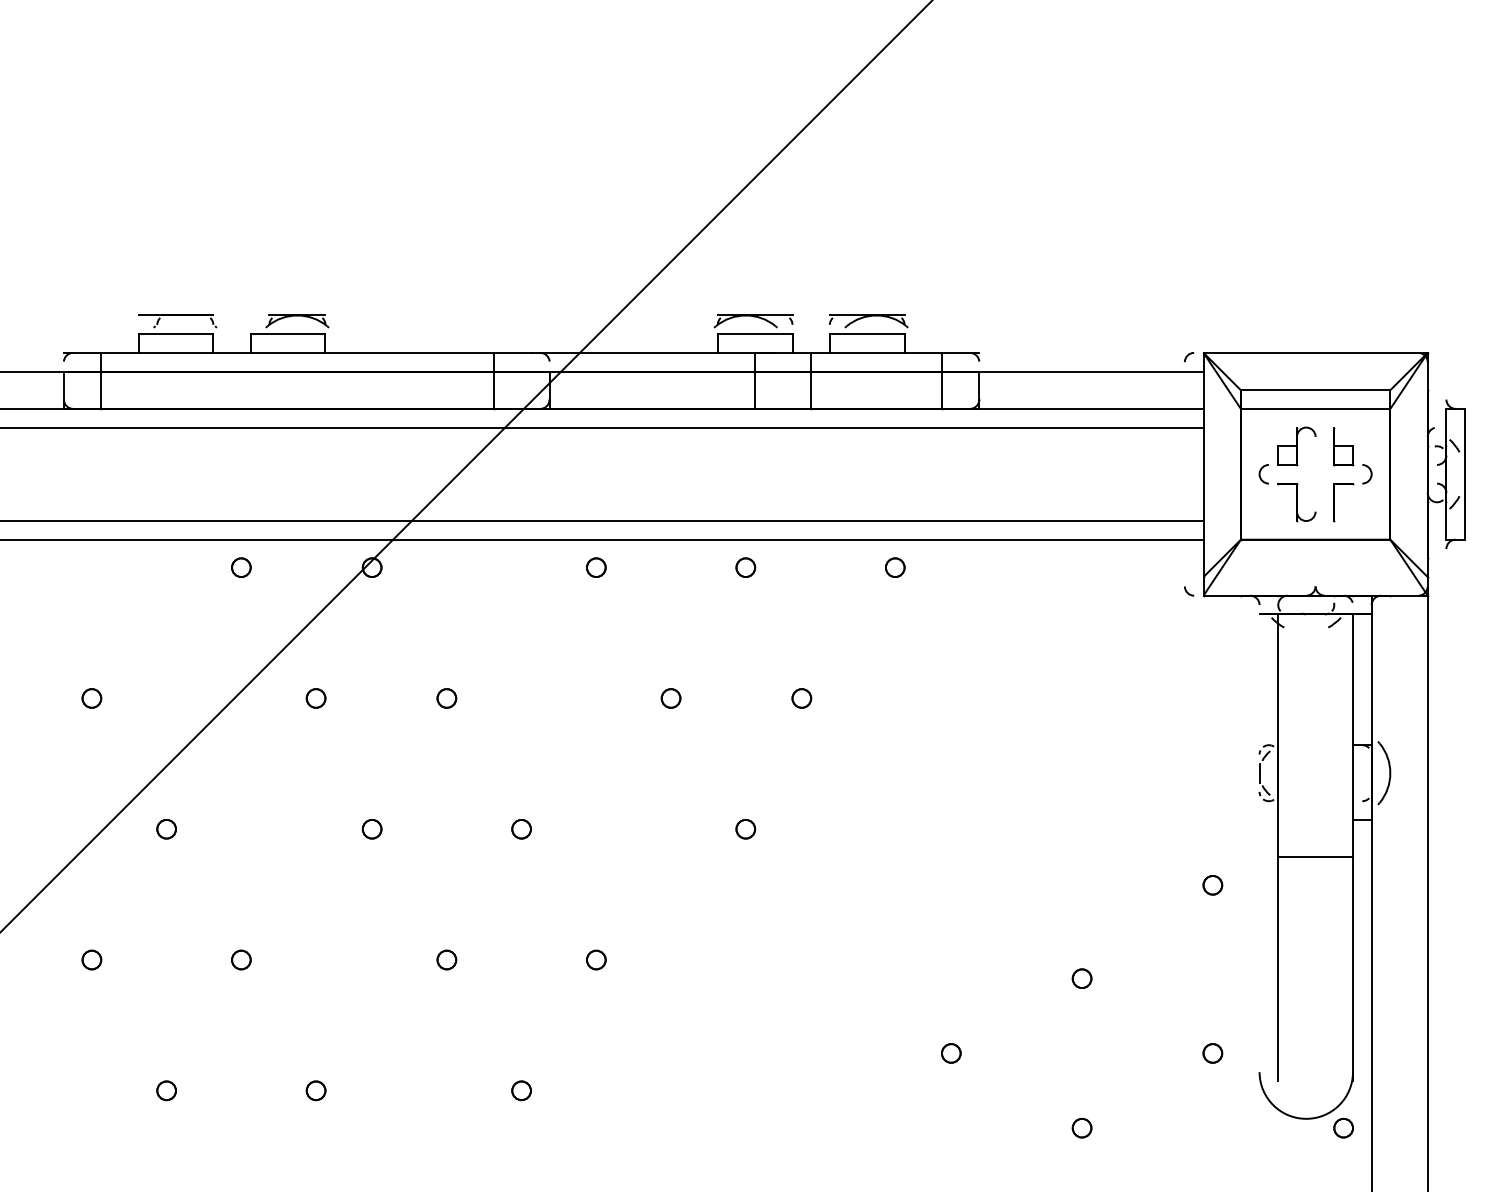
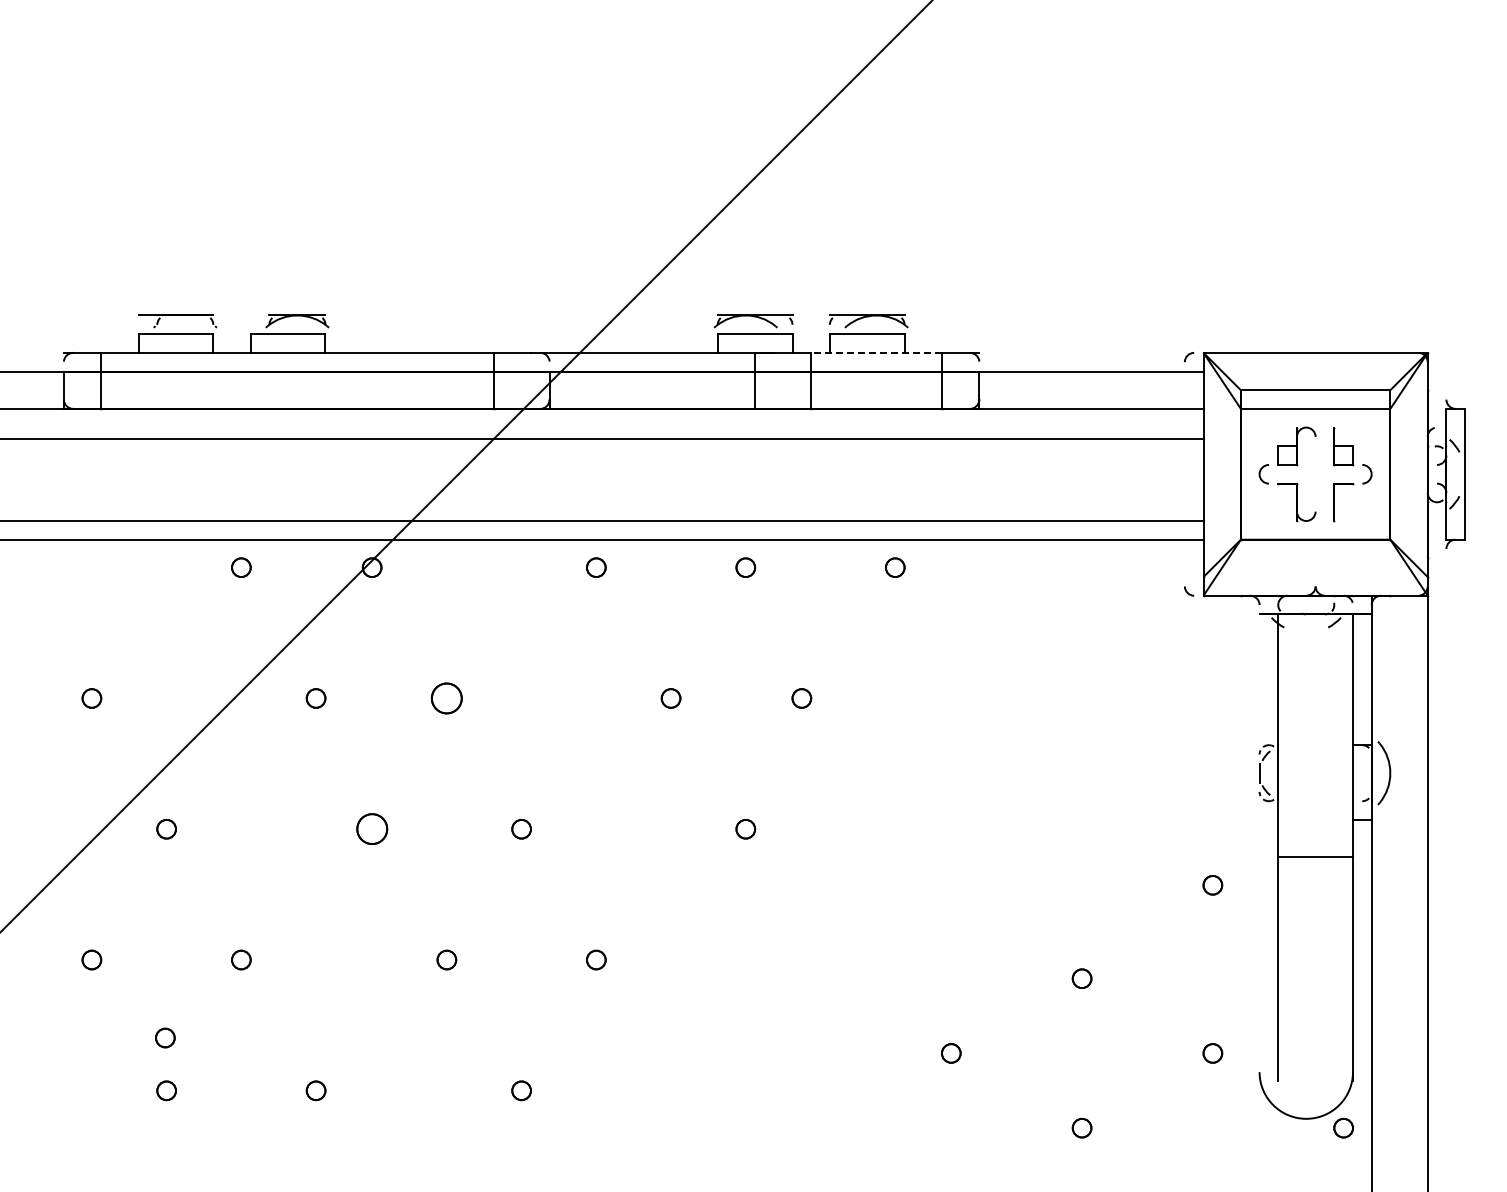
line at (876, 352): solid -> dashed
line at (602, 427) position: (602, 427) -> (602, 438)
part at (446, 698) size: 22x21 px -> 33x33 px
part at (371, 829) size: 22x21 px -> 33x32 px
part at (165, 1037): none -> present
